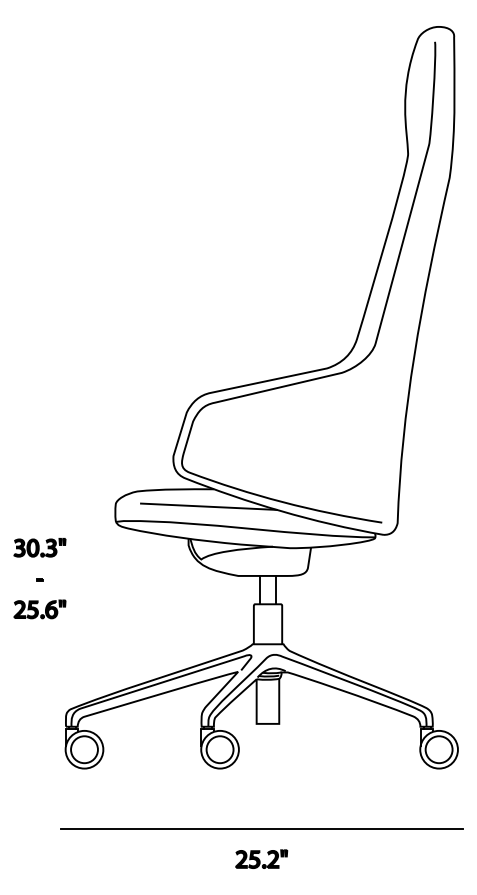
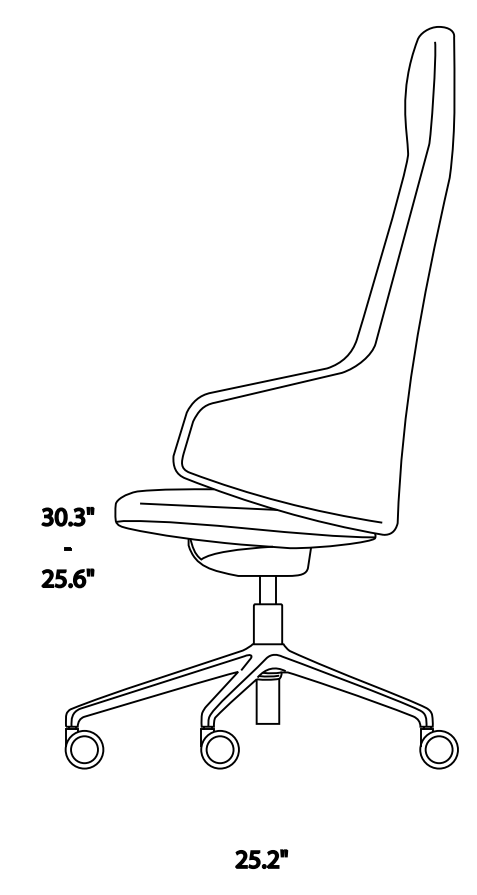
part at (39, 578) position: (39, 578) -> (67, 547)
line at (261, 829): present -> none
